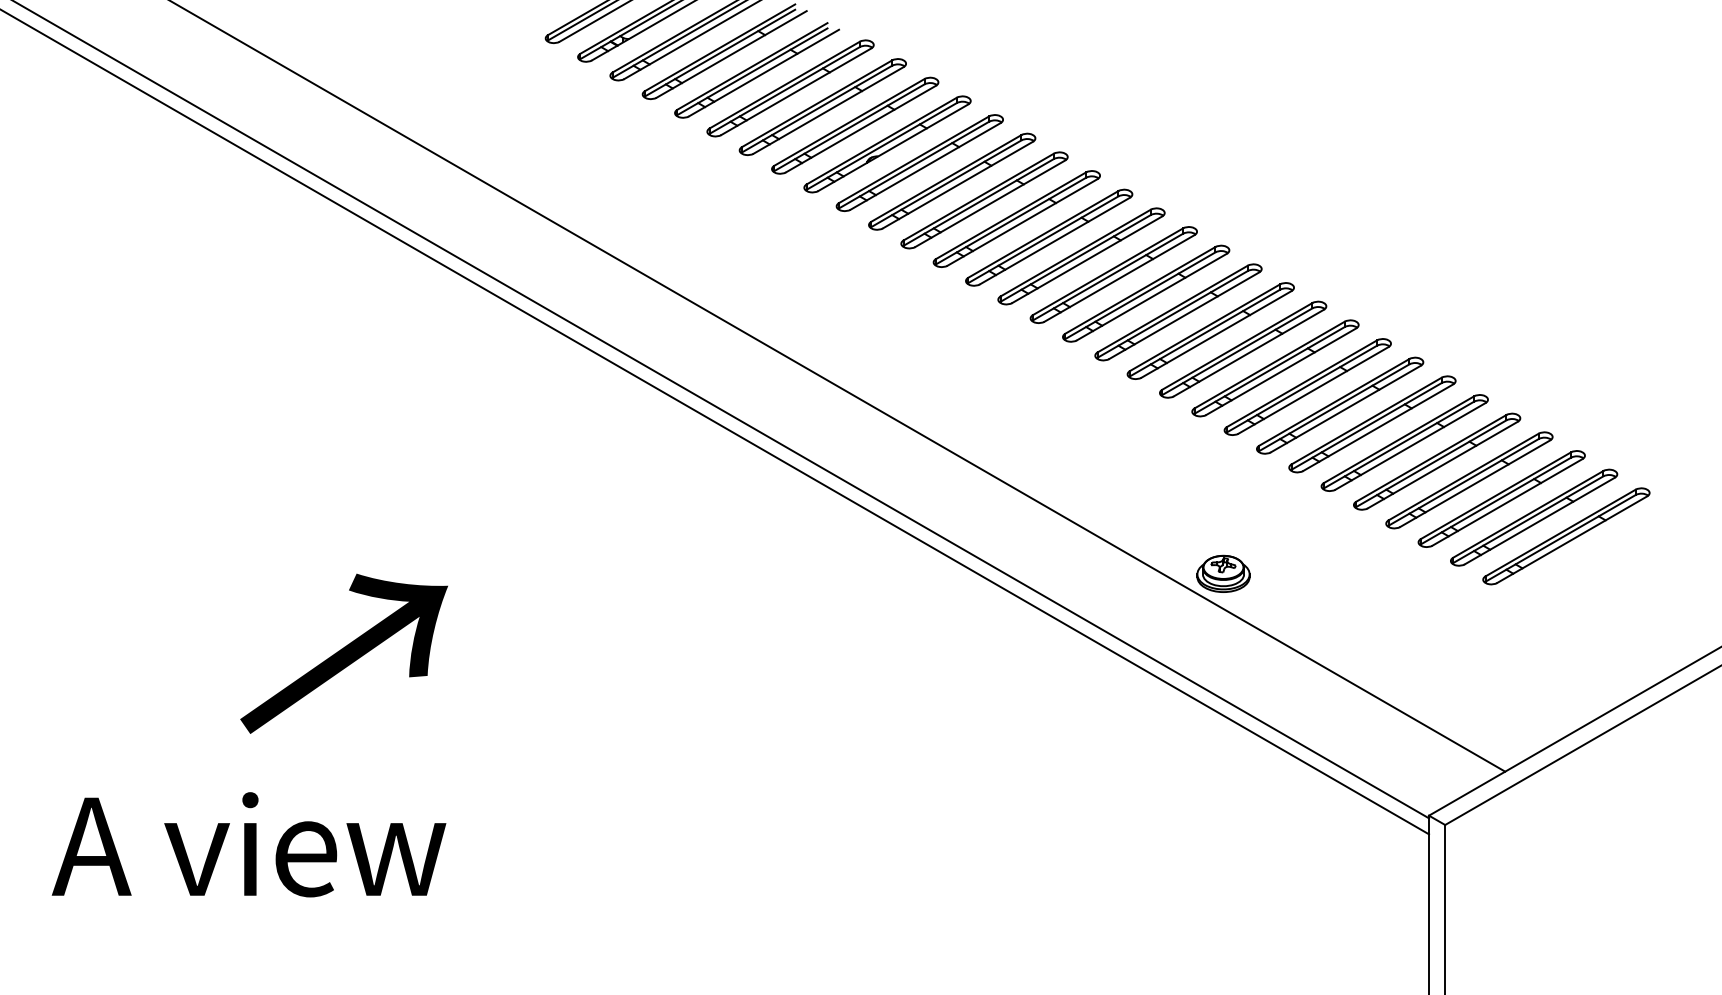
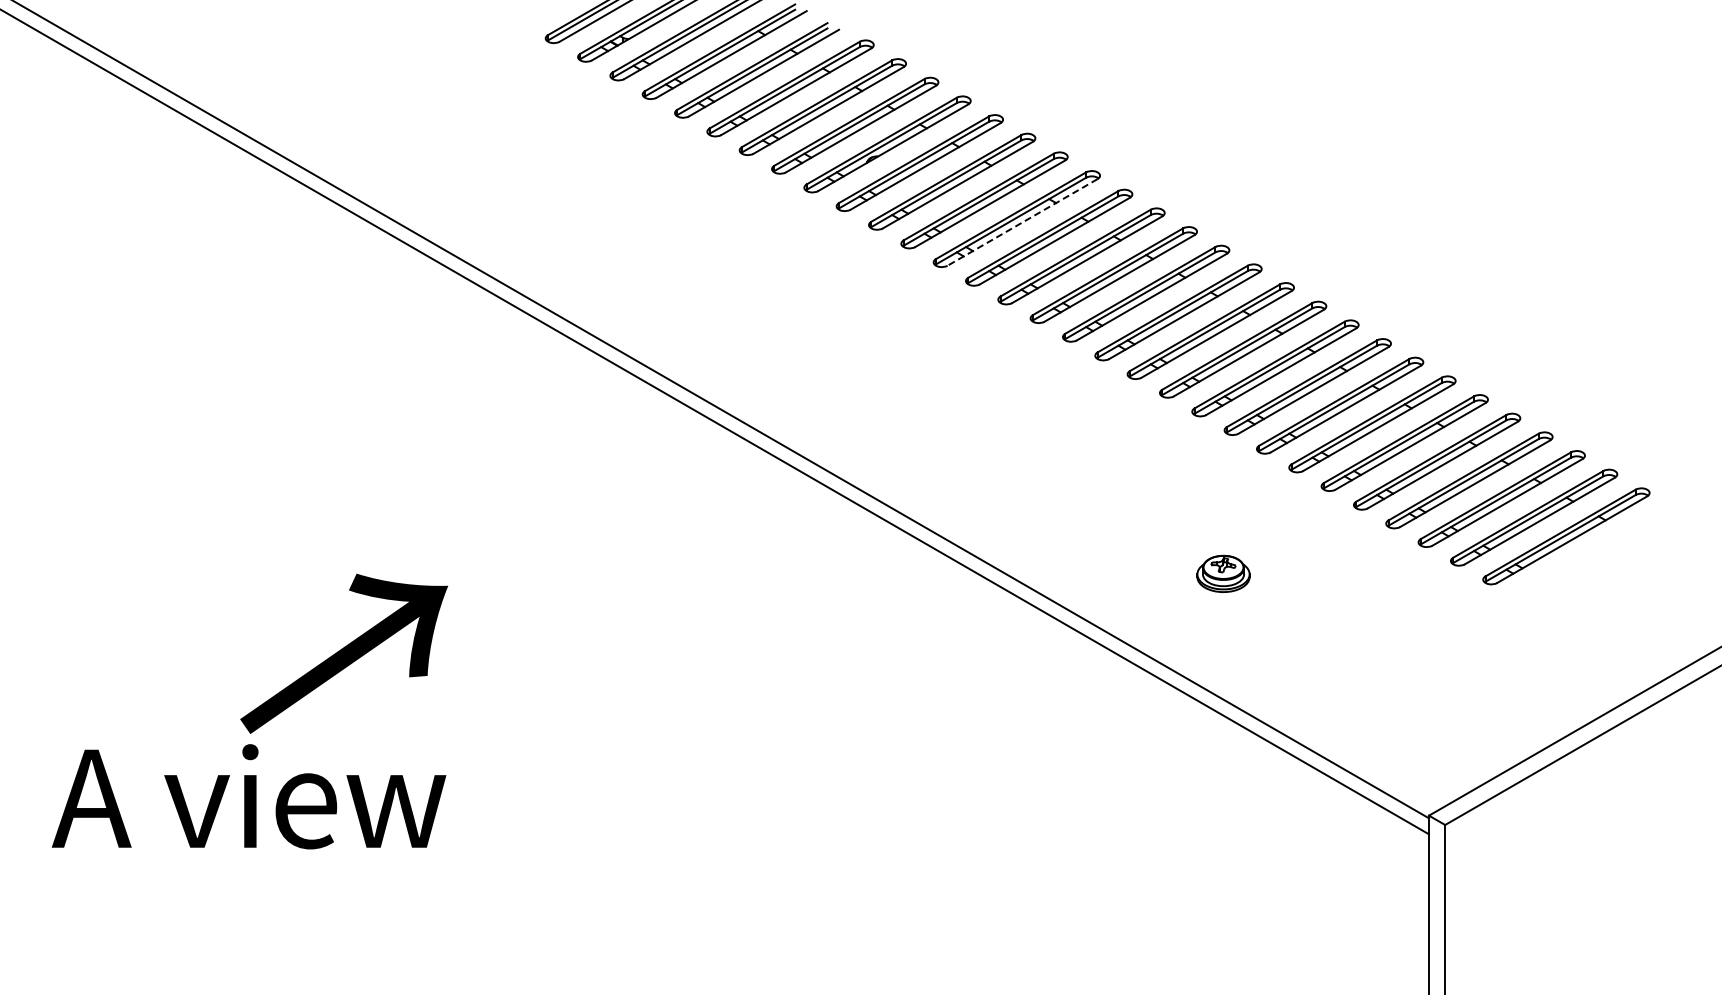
line at (1022, 222): solid -> dashed
line at (838, 386): present -> none
text at (248, 844) position: (248, 844) -> (248, 796)
